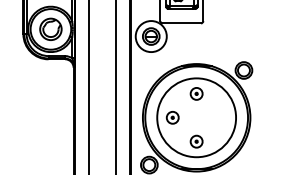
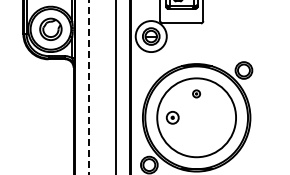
line at (88, 87): solid -> dashed
part at (196, 93) size: 15x14 px -> 9x10 px
part at (196, 141): present -> none
